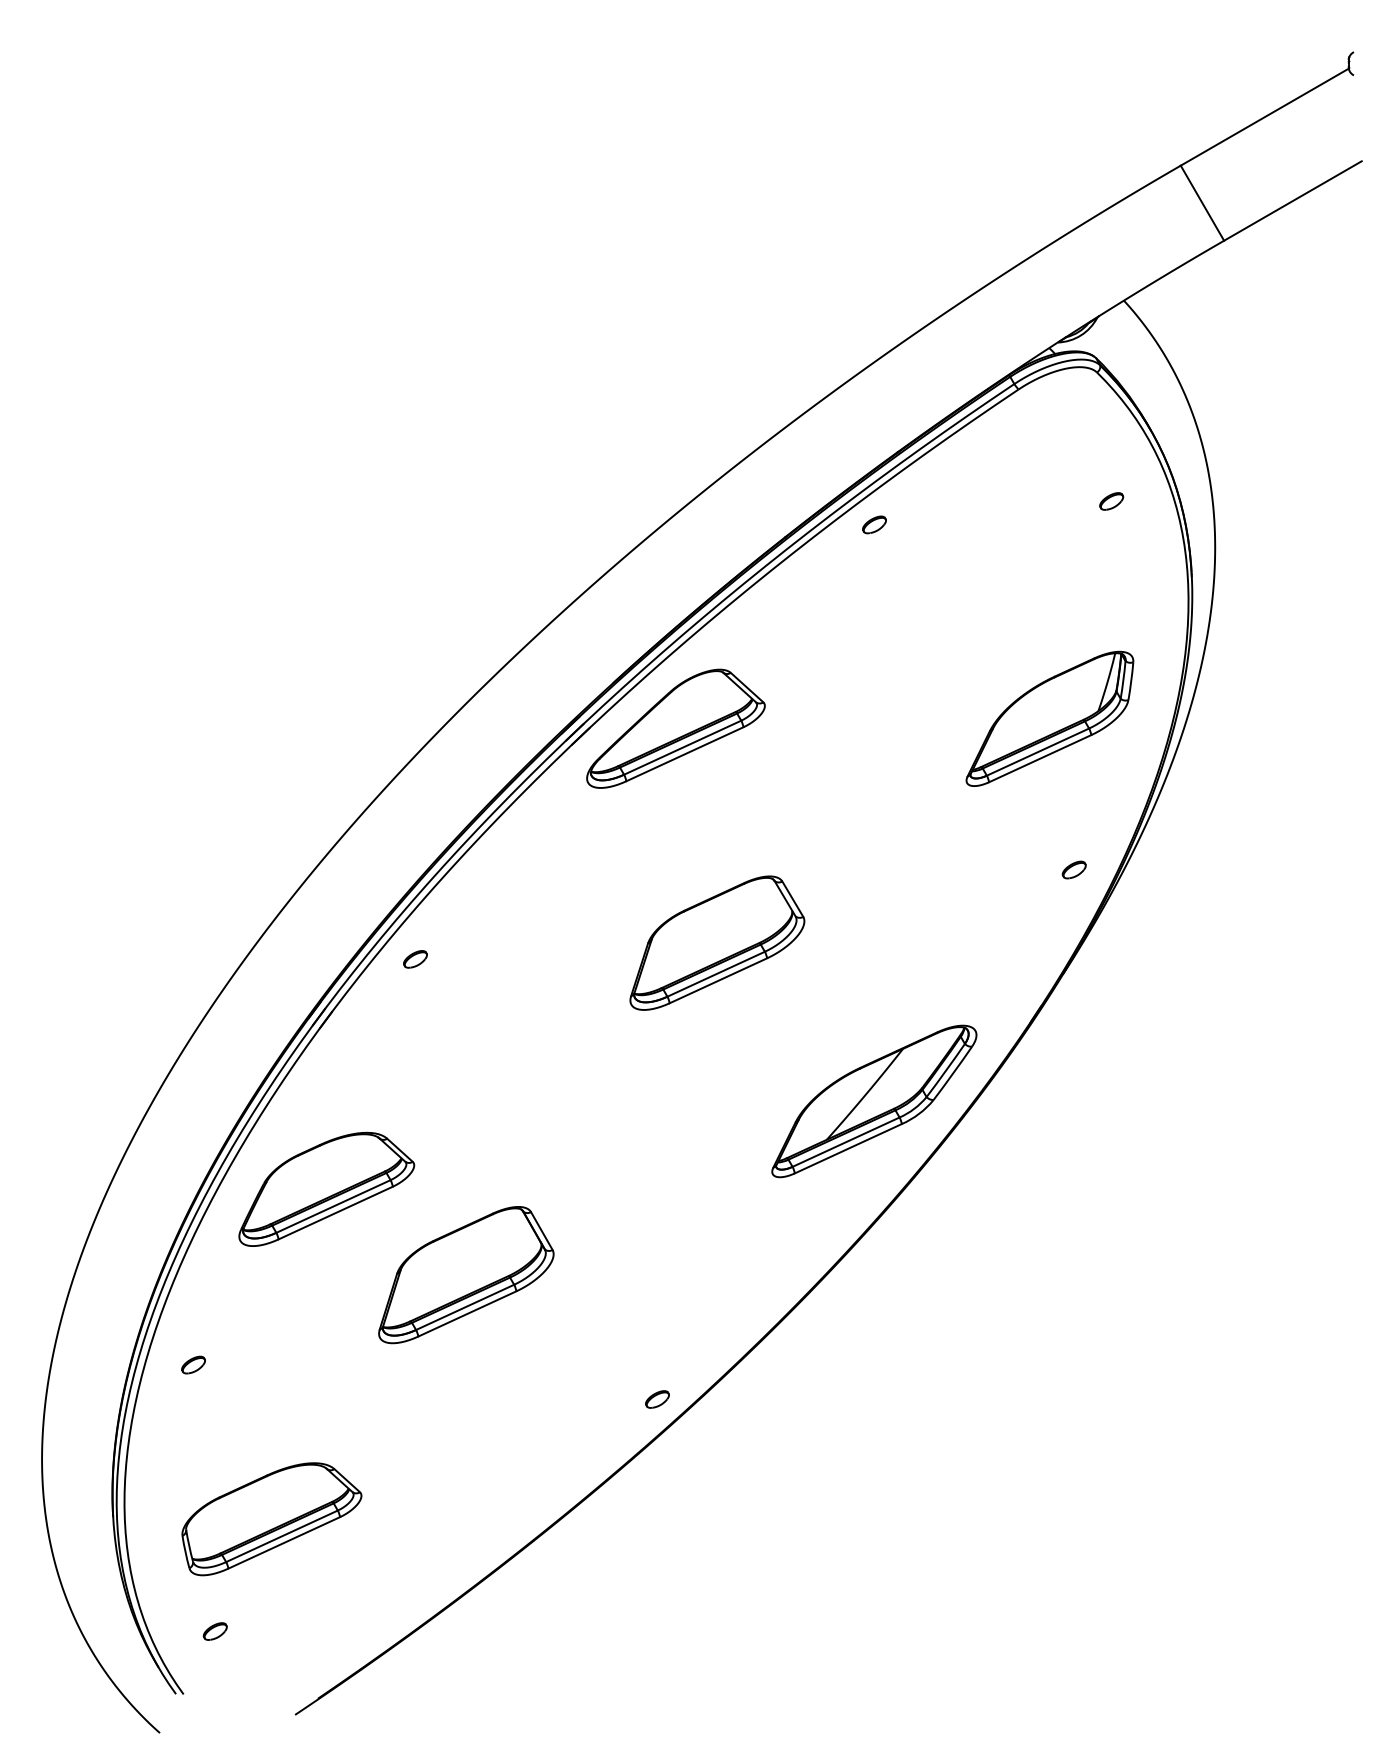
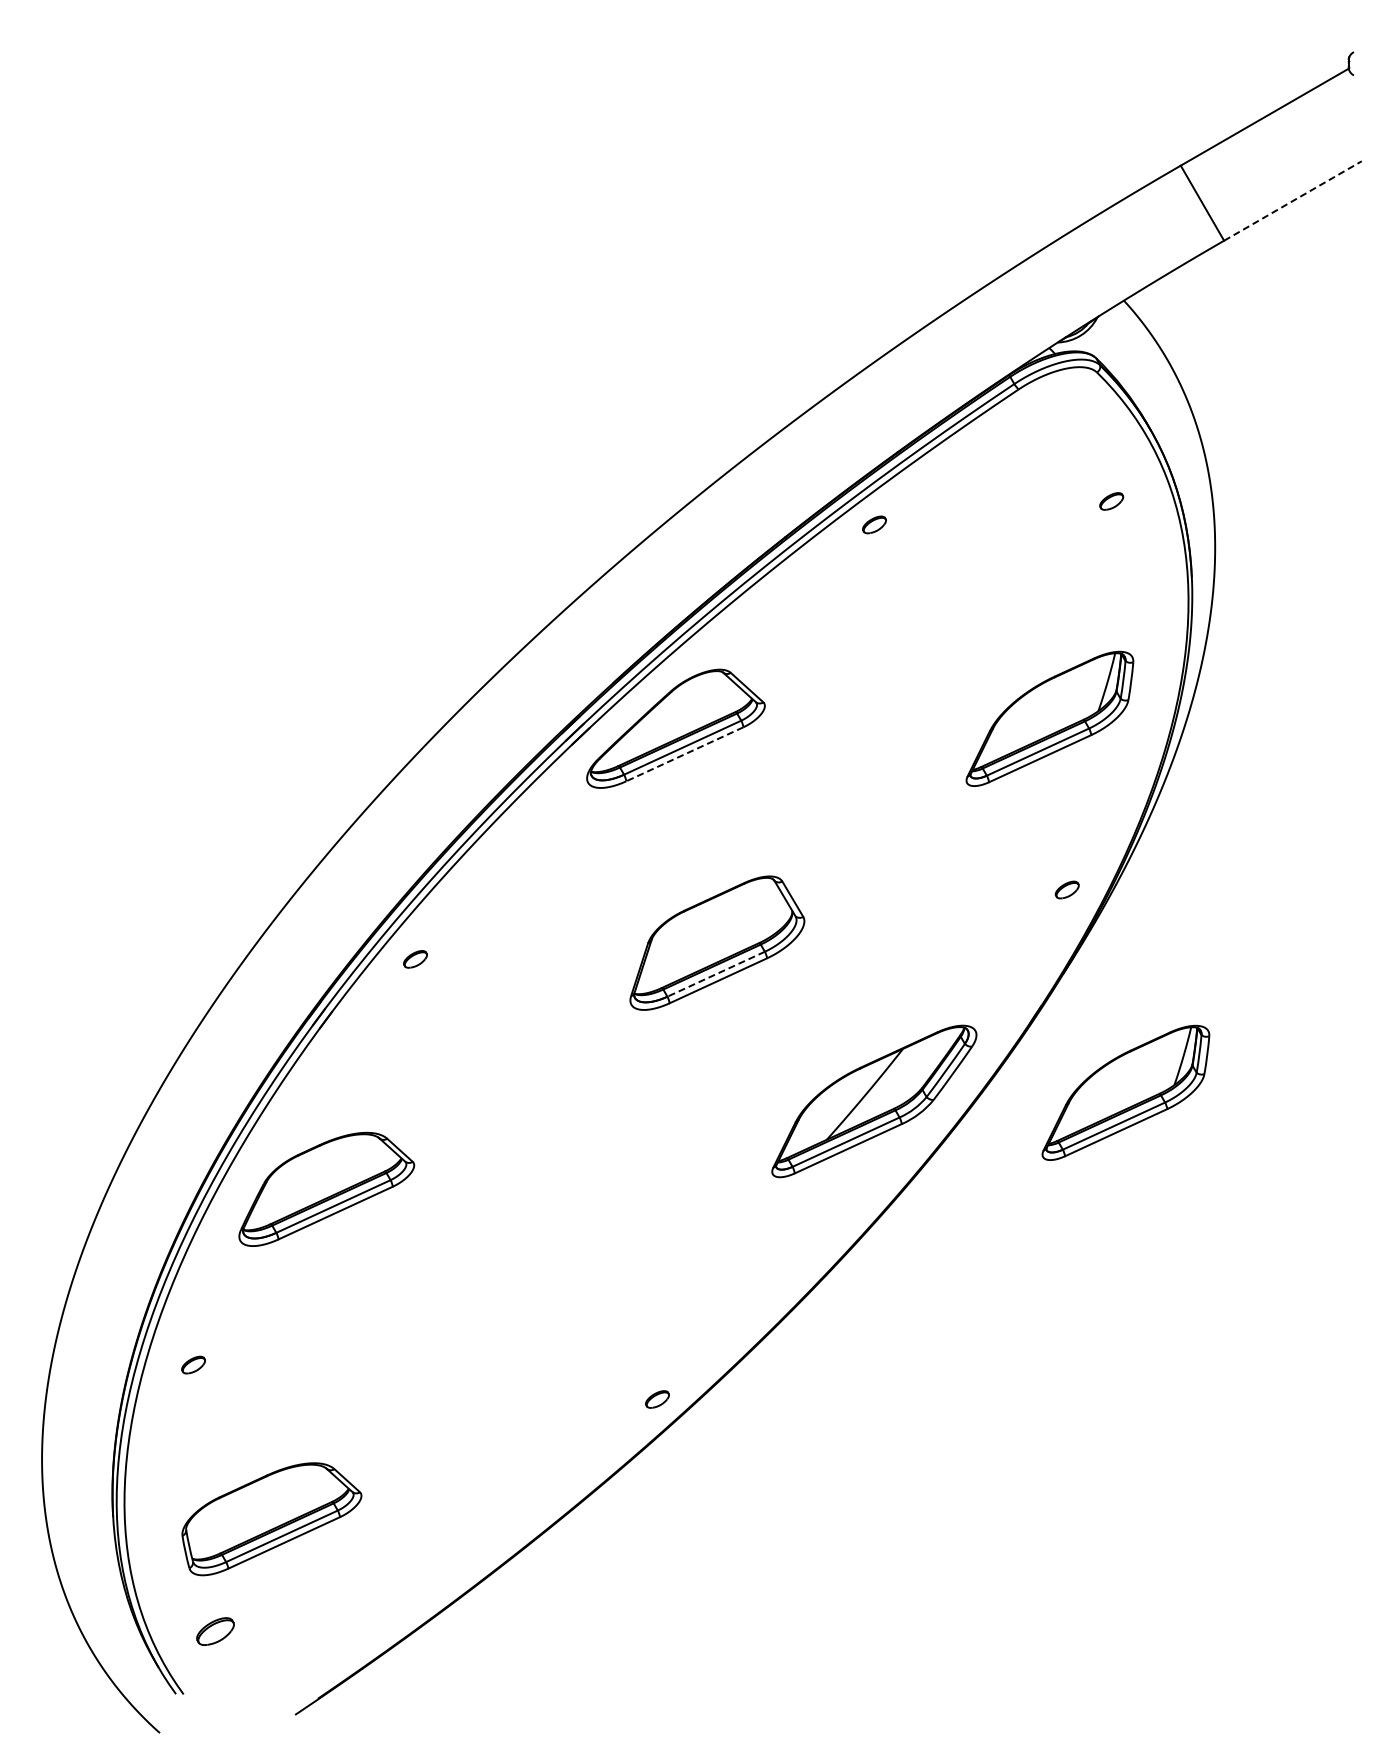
line at (1293, 200): solid -> dashed
line at (684, 754): solid -> dashed
part at (1073, 869) position: (1073, 869) -> (1066, 889)
line at (716, 974): solid -> dashed
part at (1125, 1092): none -> present
part at (466, 1275): present -> none
part at (214, 1631) size: 26x19 px -> 39x29 px
